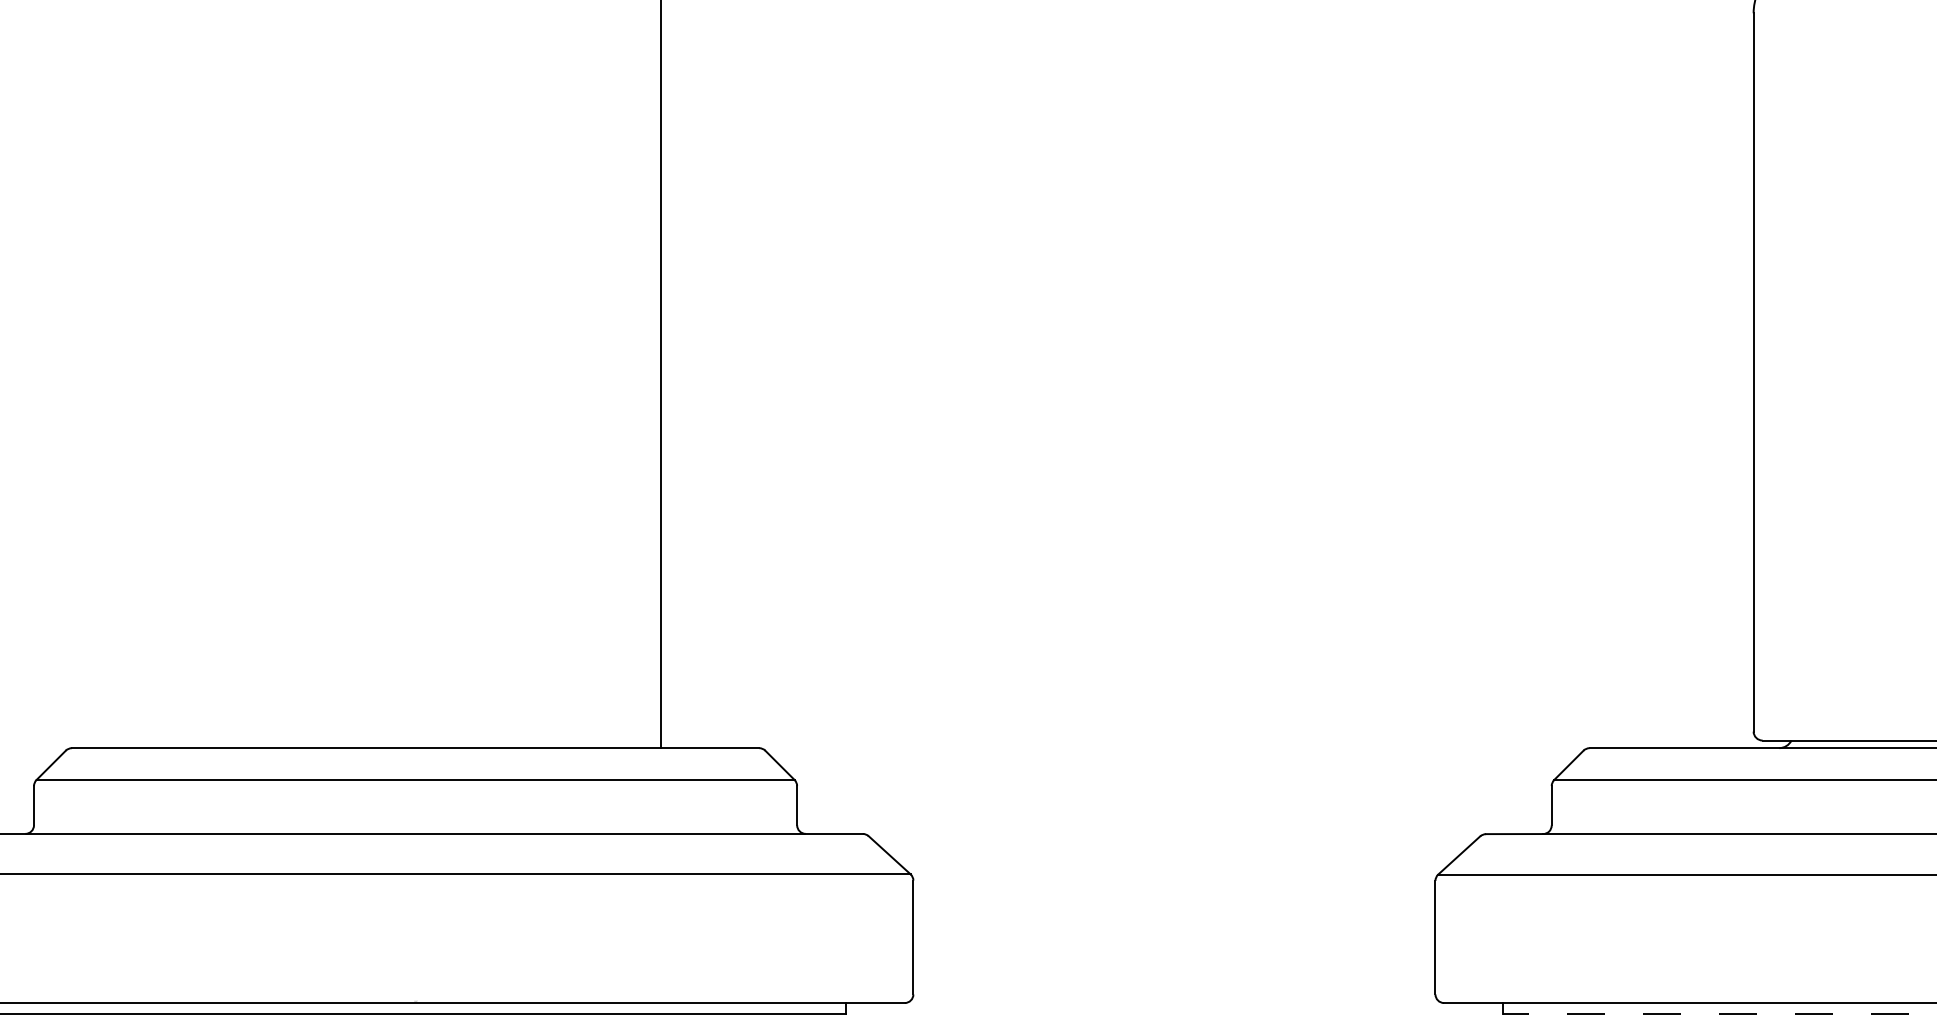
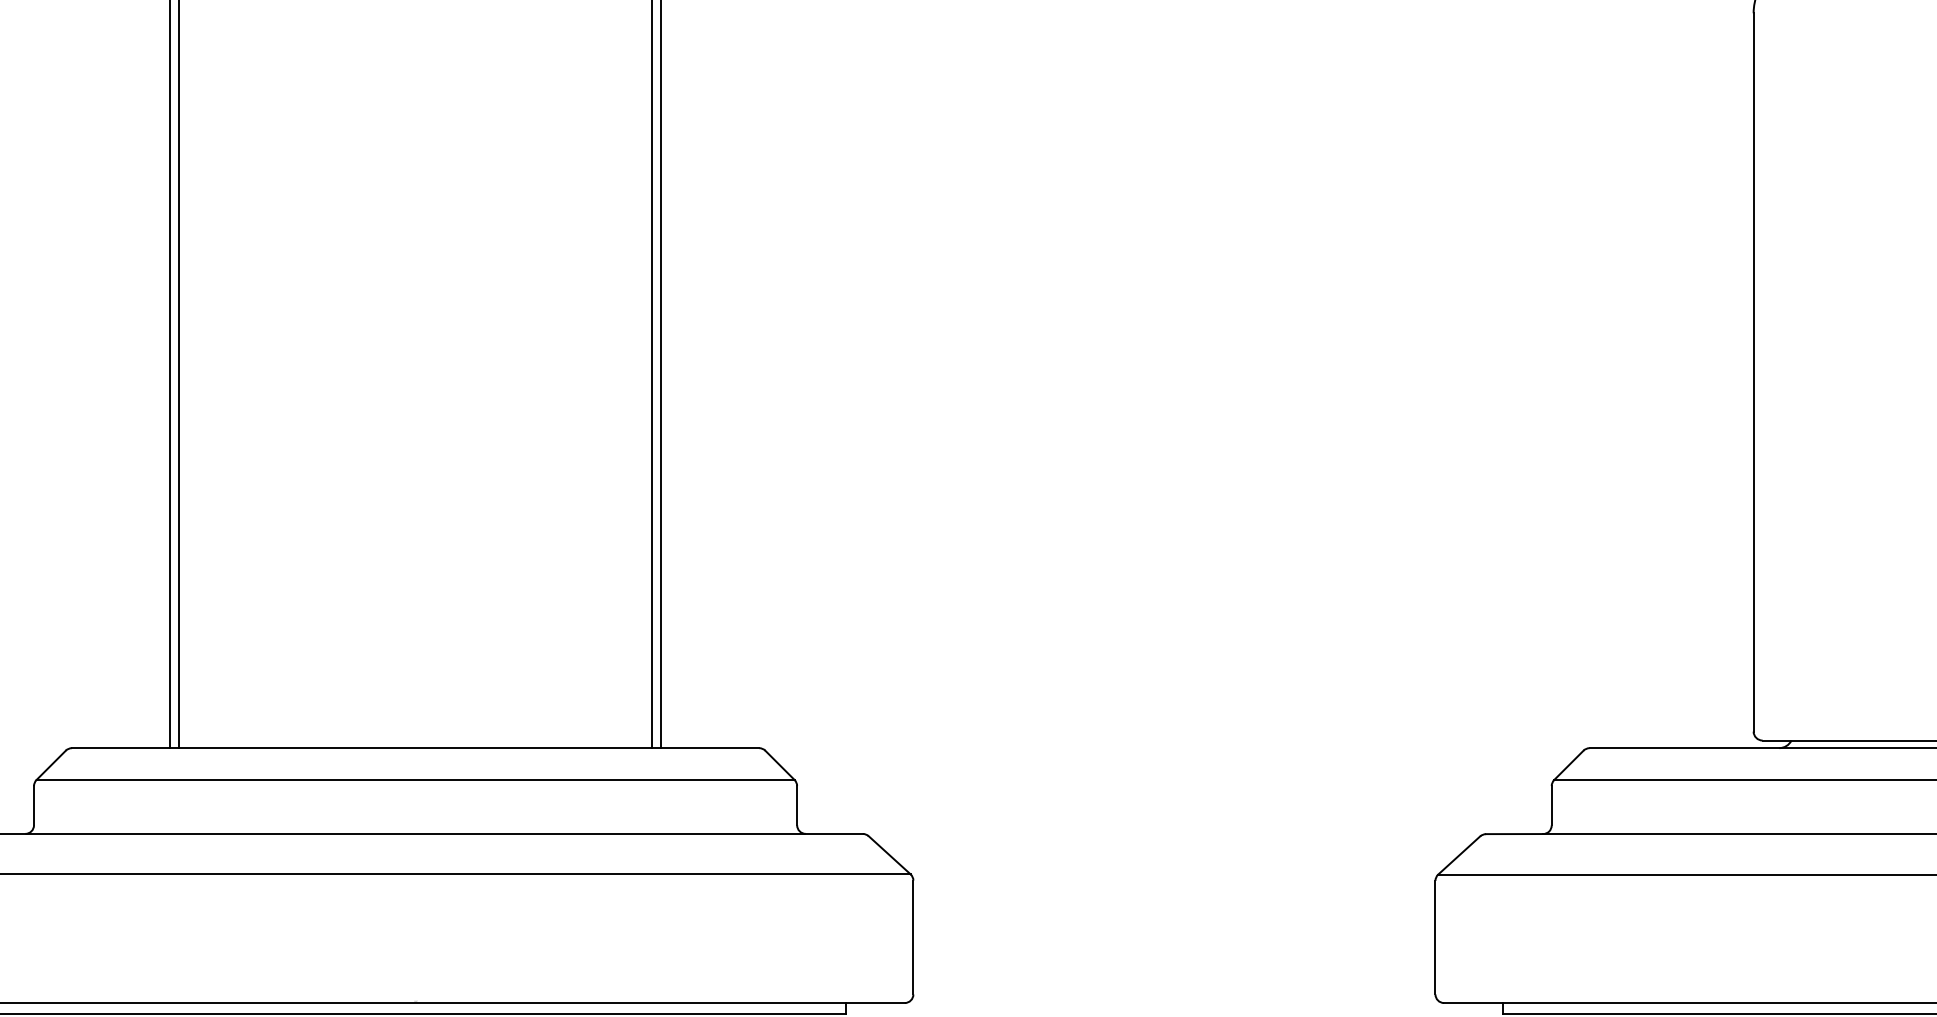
line at (170, 375): none -> present
line at (178, 375): none -> present
line at (652, 375): none -> present
line at (1719, 1014): dashed -> solid
